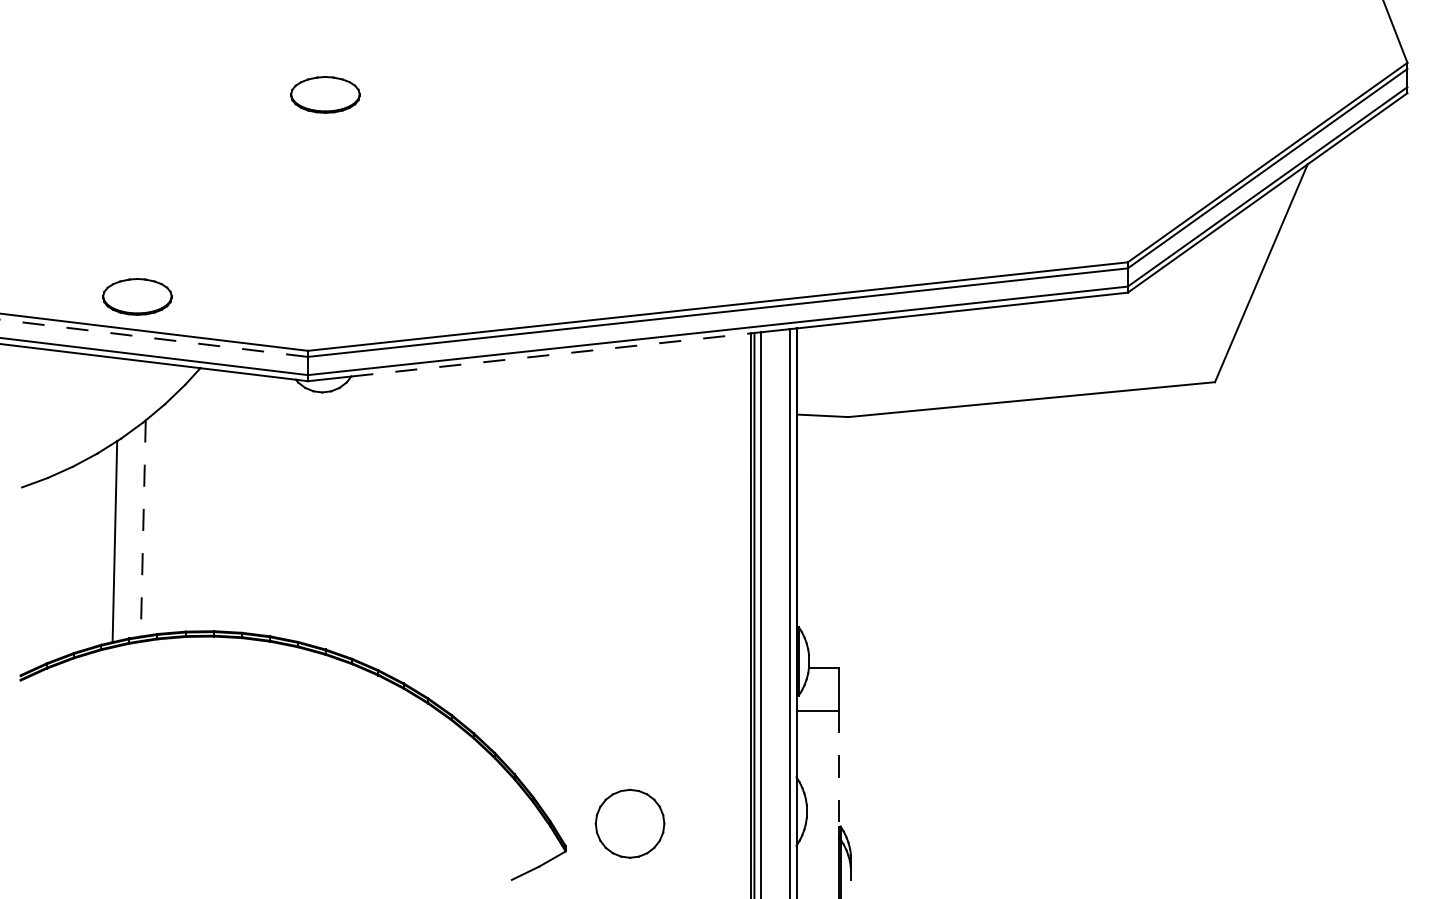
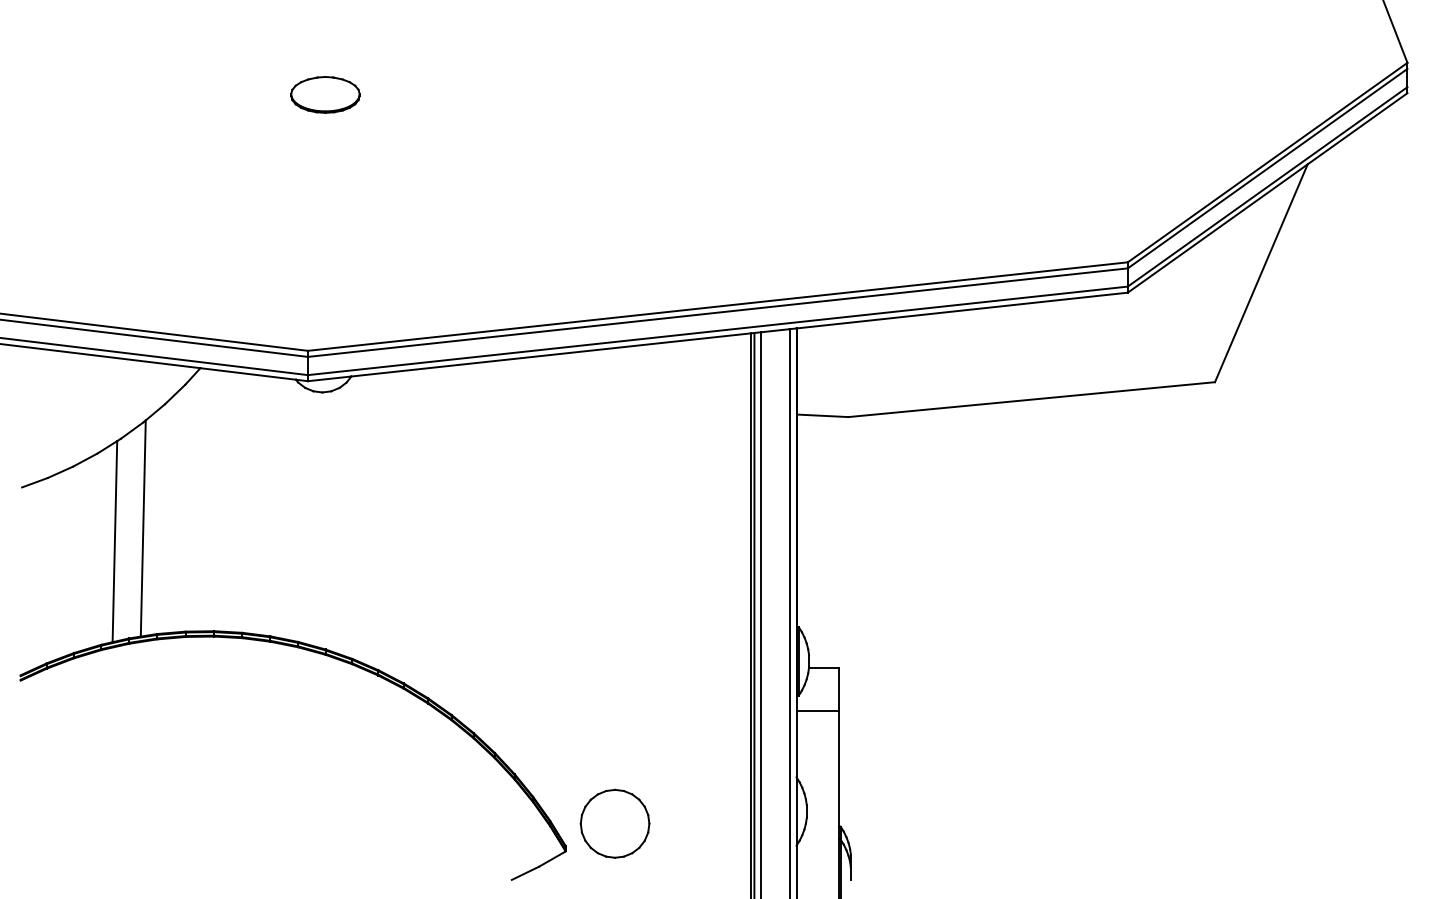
part at (137, 296): present -> none
line at (154, 338): dashed -> solid
line at (551, 354): dashed -> solid
line at (143, 529): dashed -> solid
line at (838, 768): dashed -> solid
part at (629, 823) position: (629, 823) -> (614, 823)
